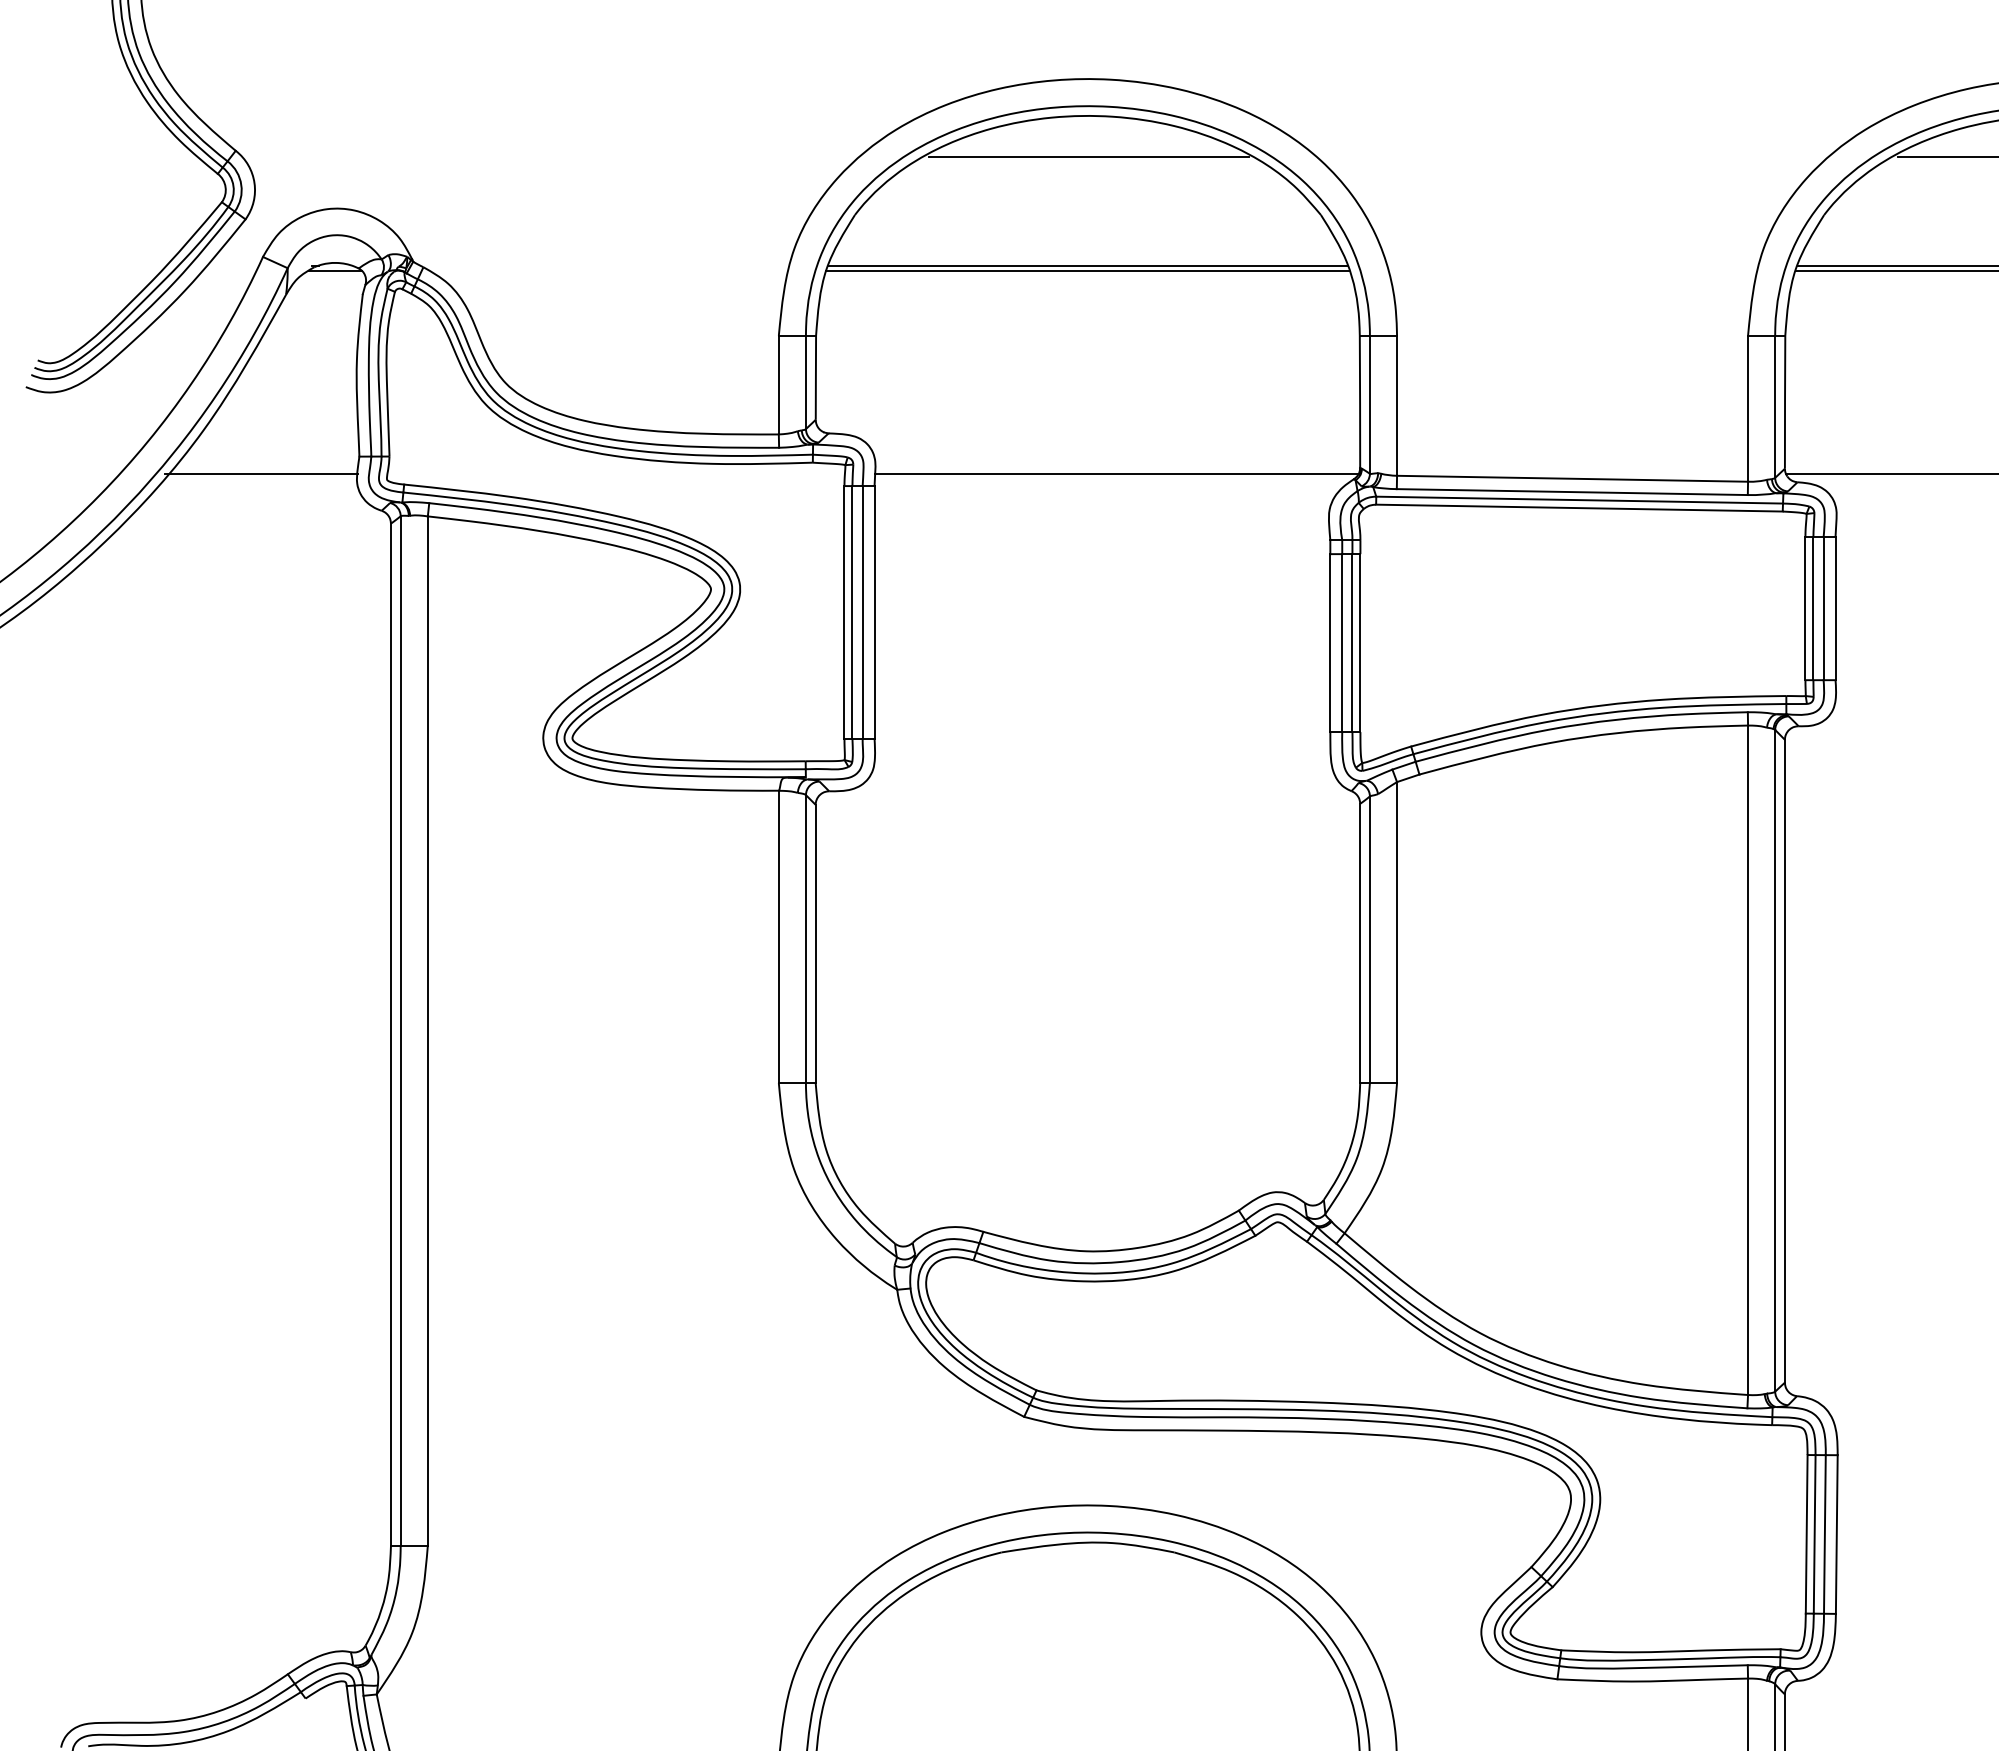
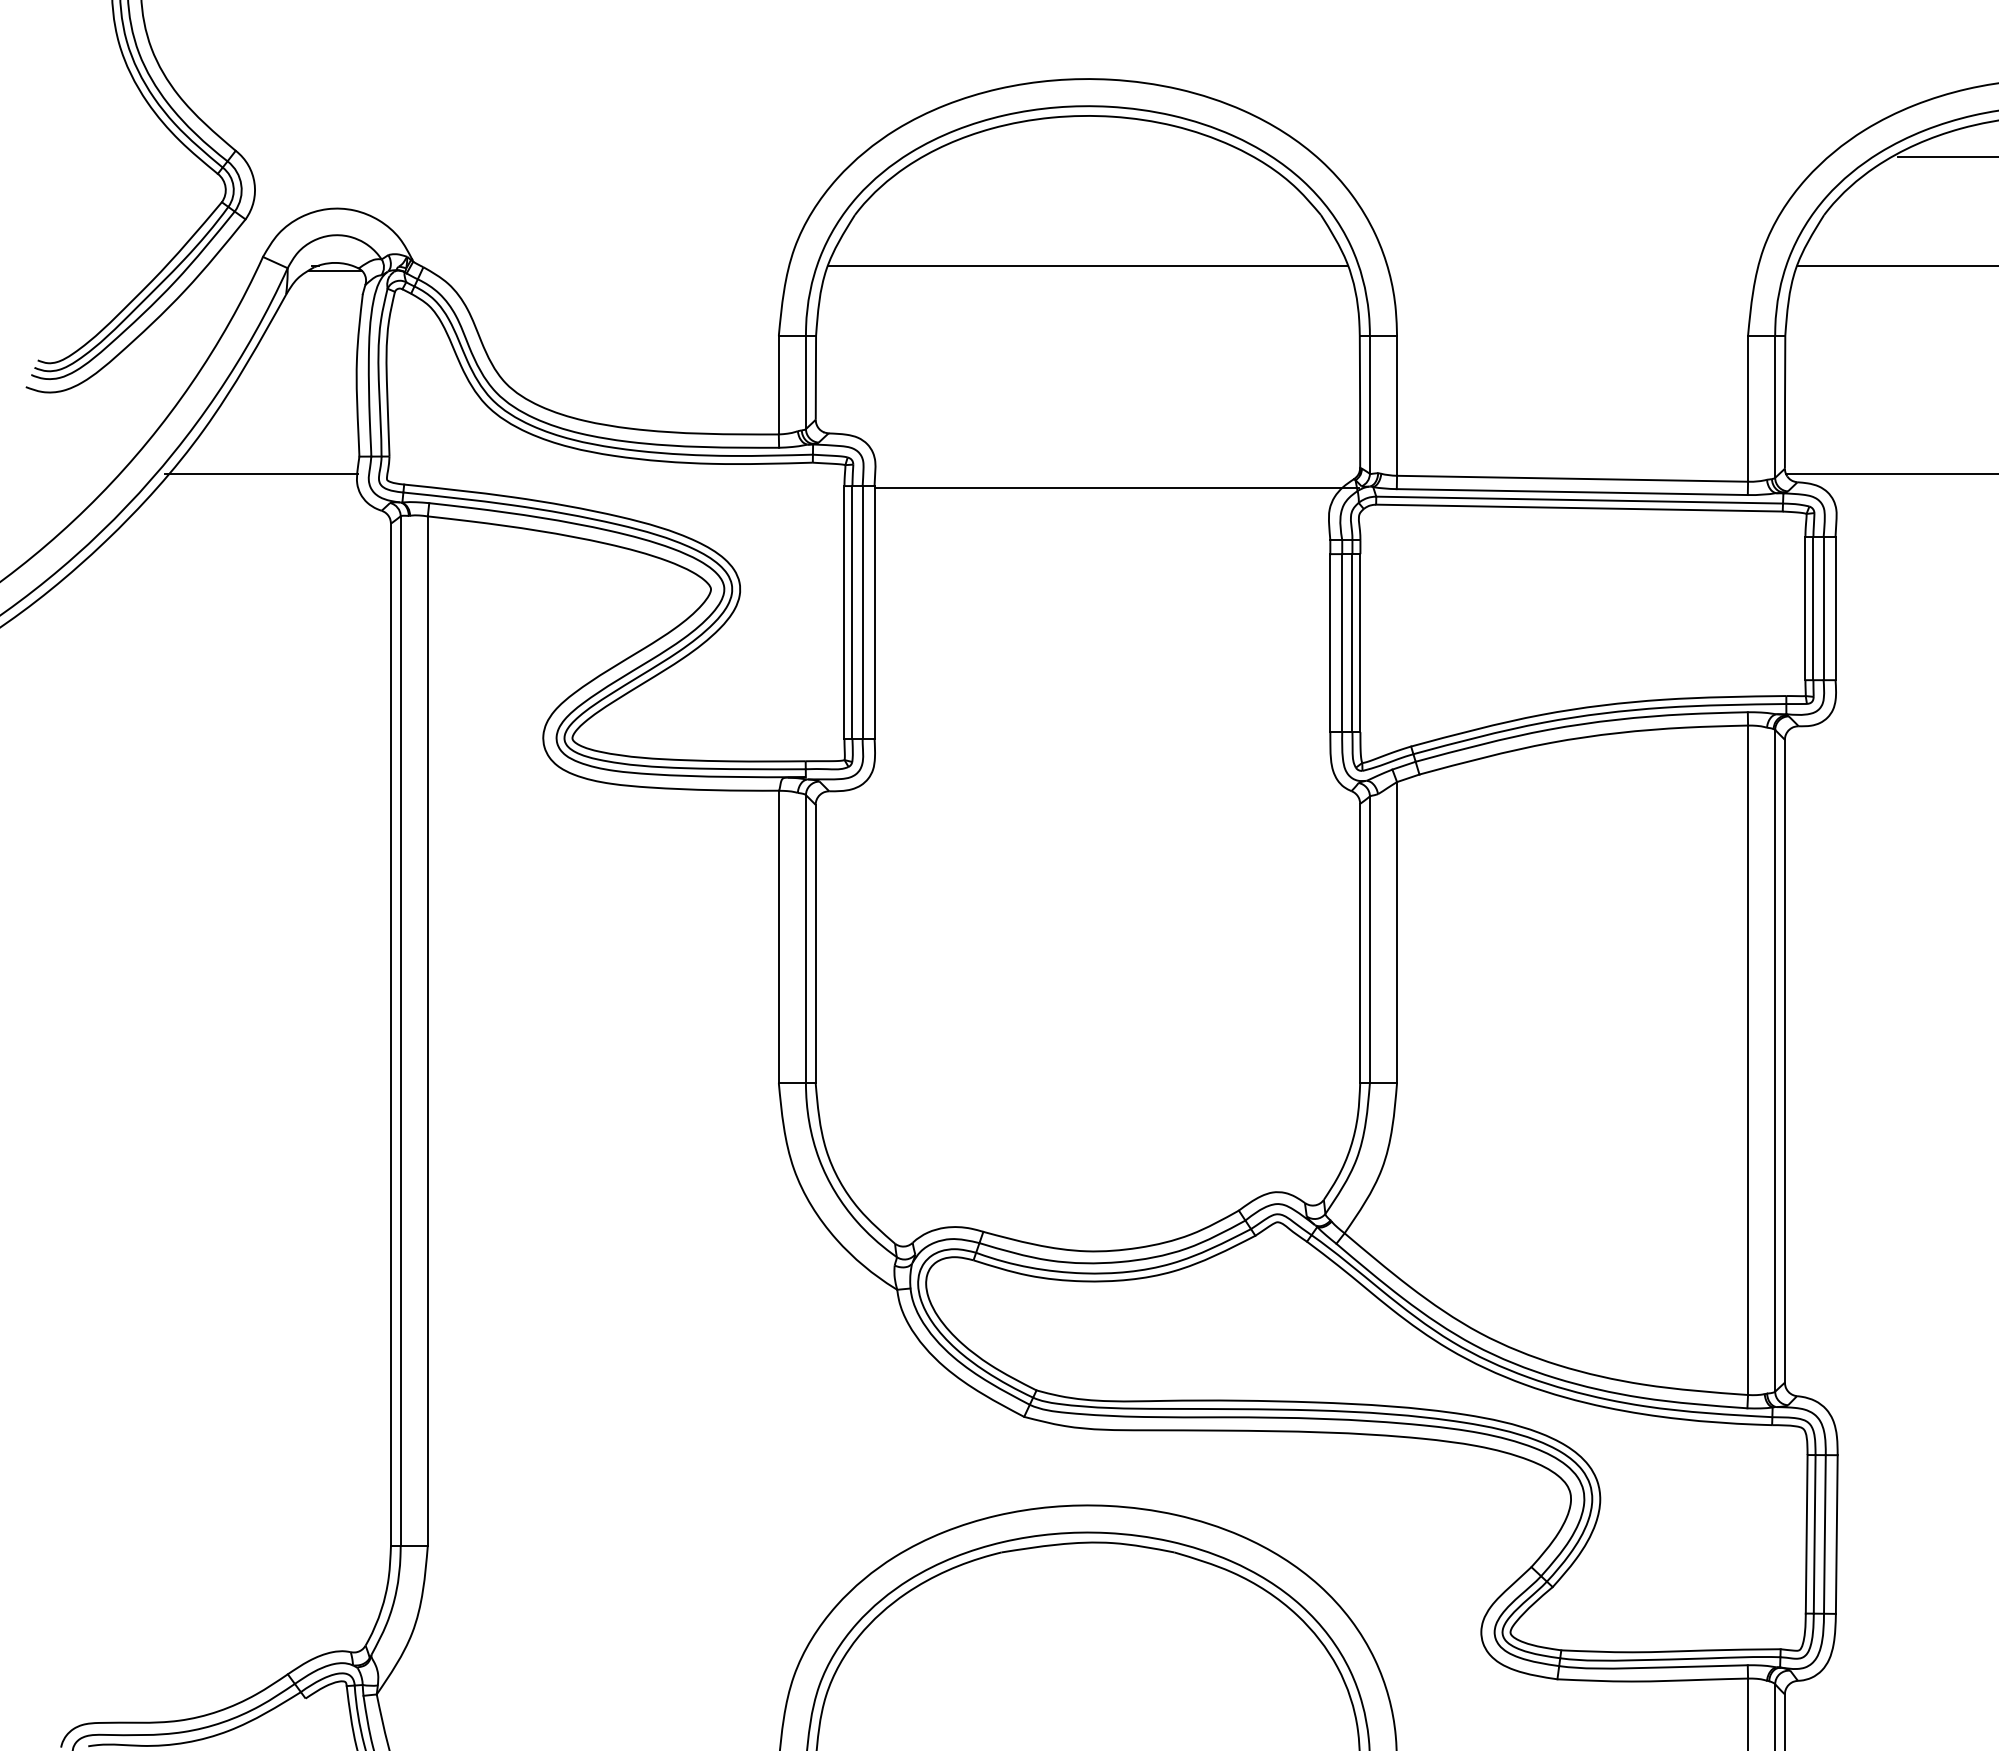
line at (1088, 156): present -> none
line at (1087, 270): present -> none
line at (1895, 270): present -> none
line at (1116, 473) position: (1116, 473) -> (1116, 487)
